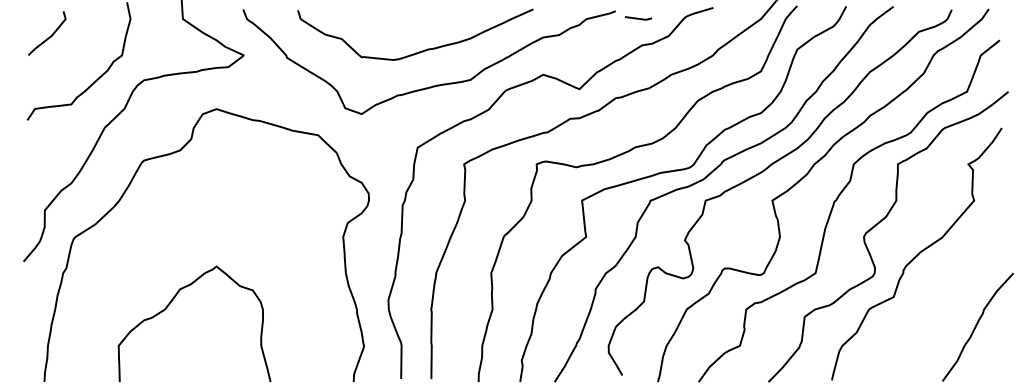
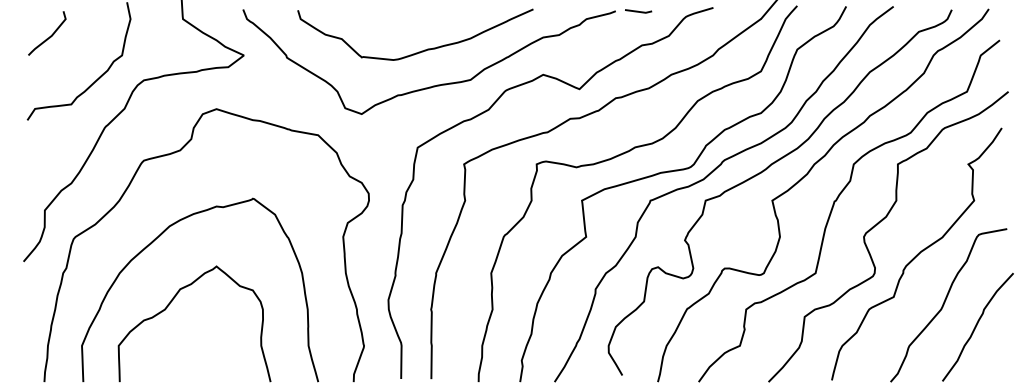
line at (638, 18) position: (638, 18) -> (638, 11)
curve at (153, 242): none -> present
curve at (944, 305): none -> present
